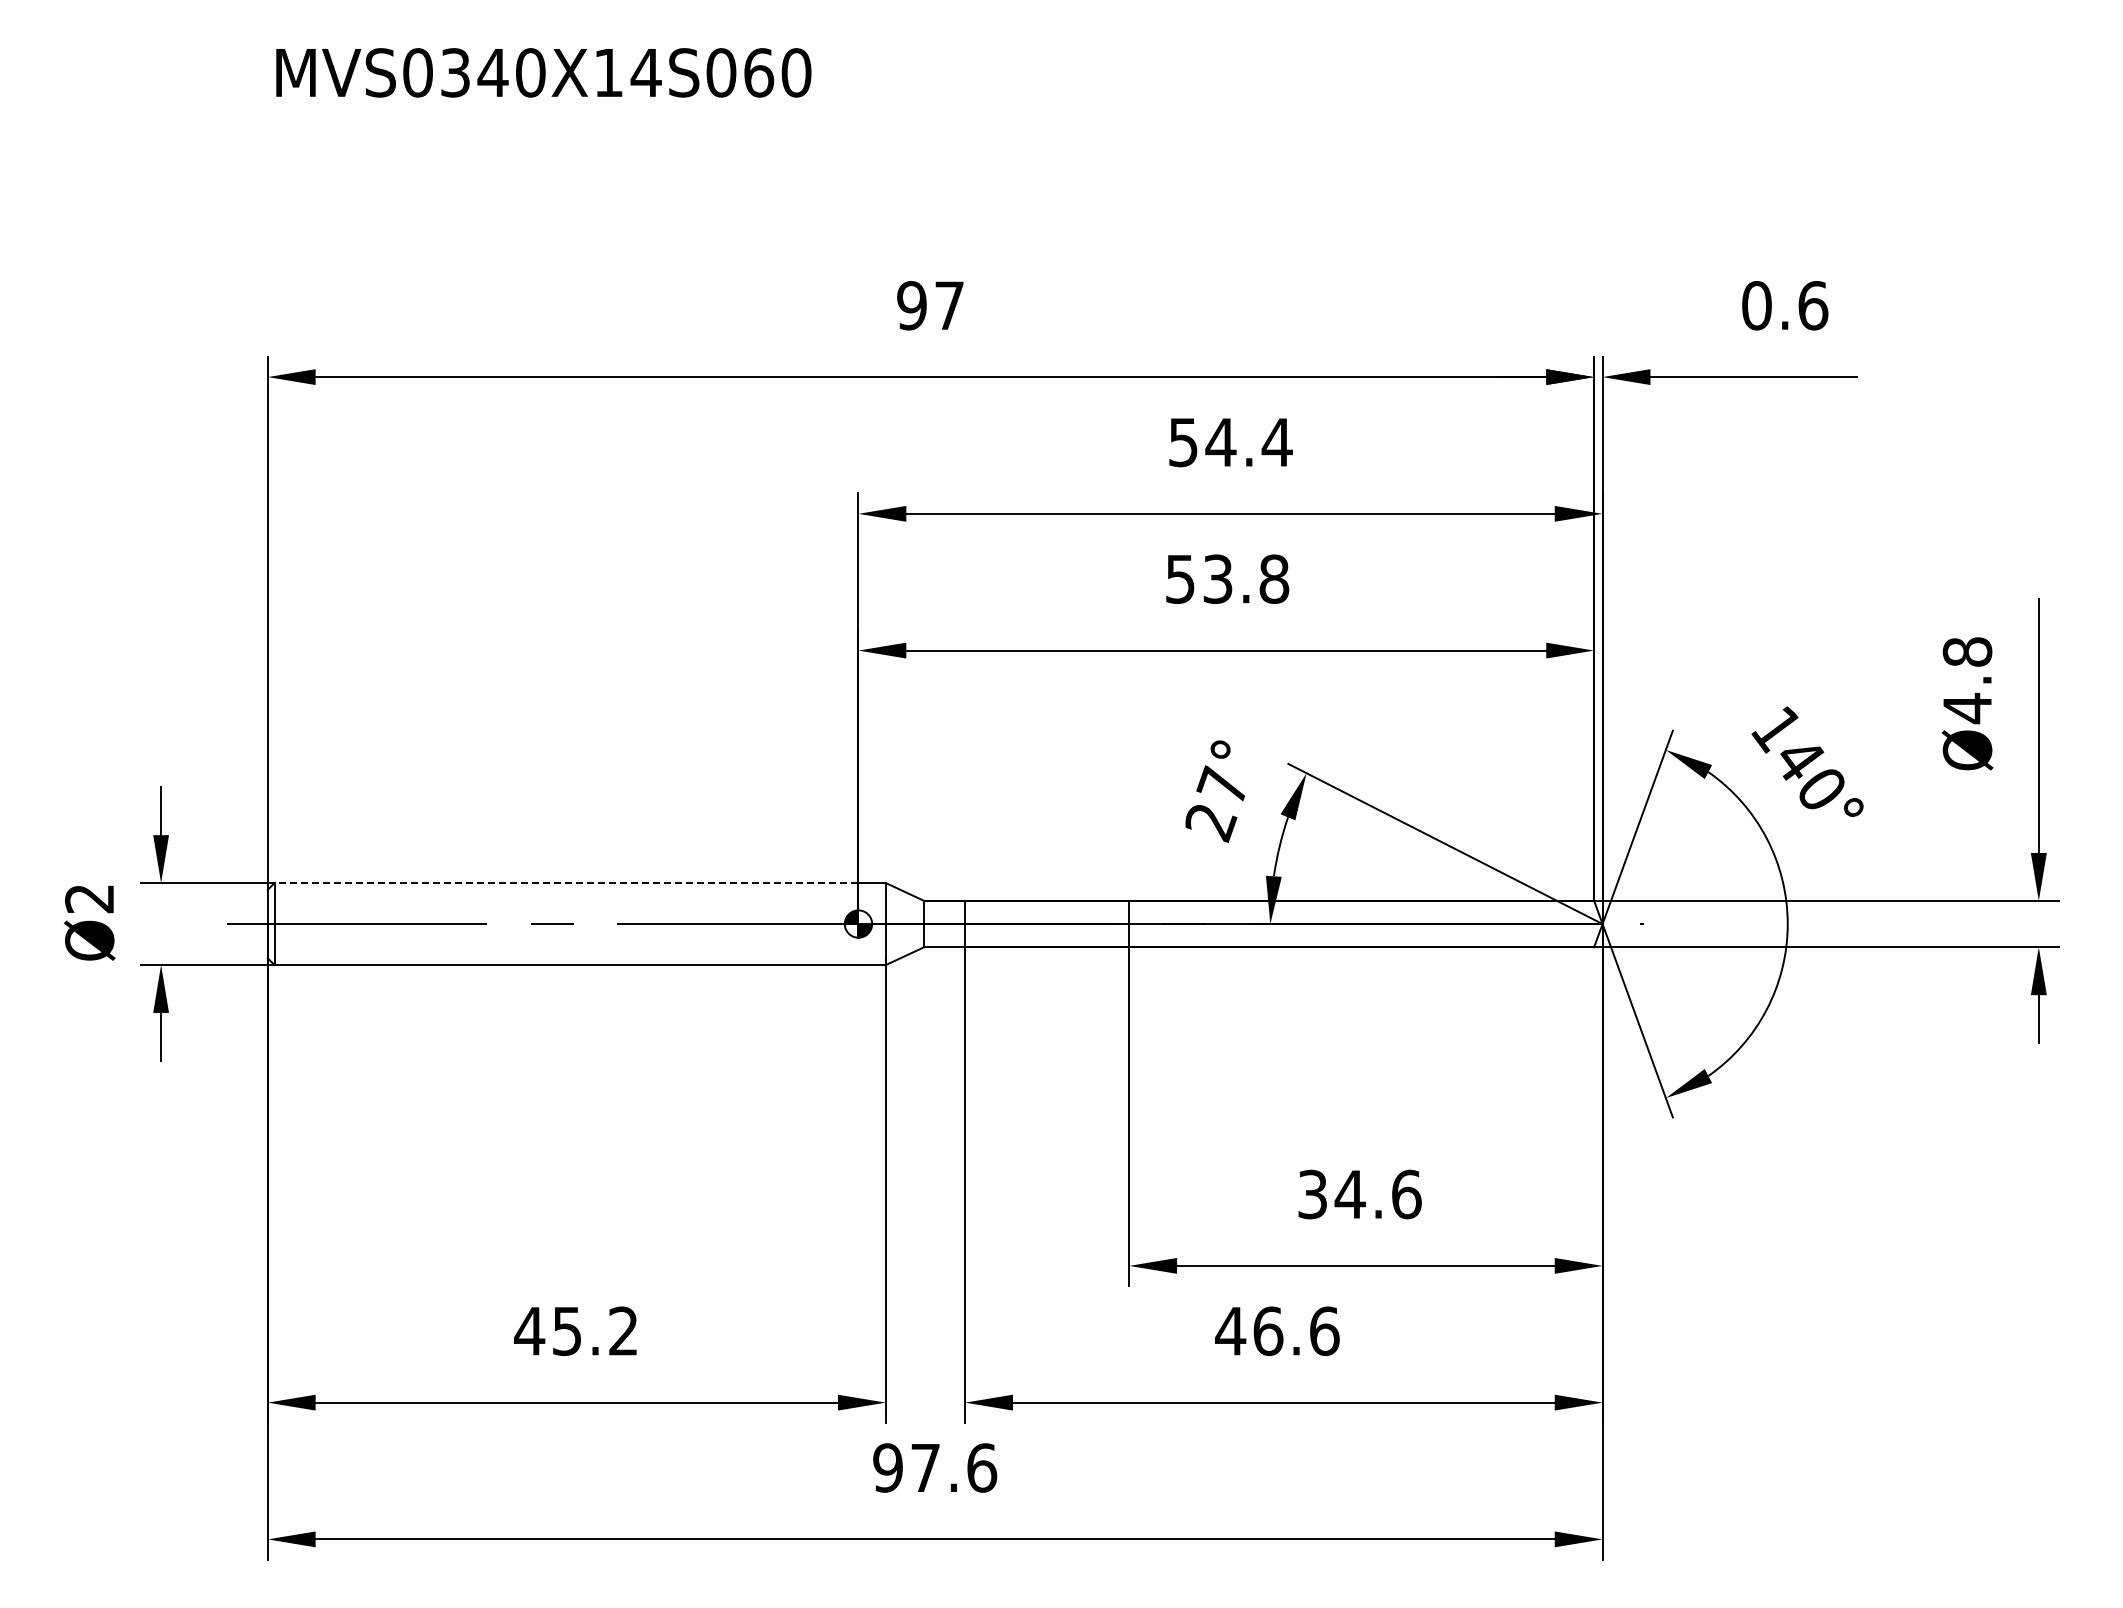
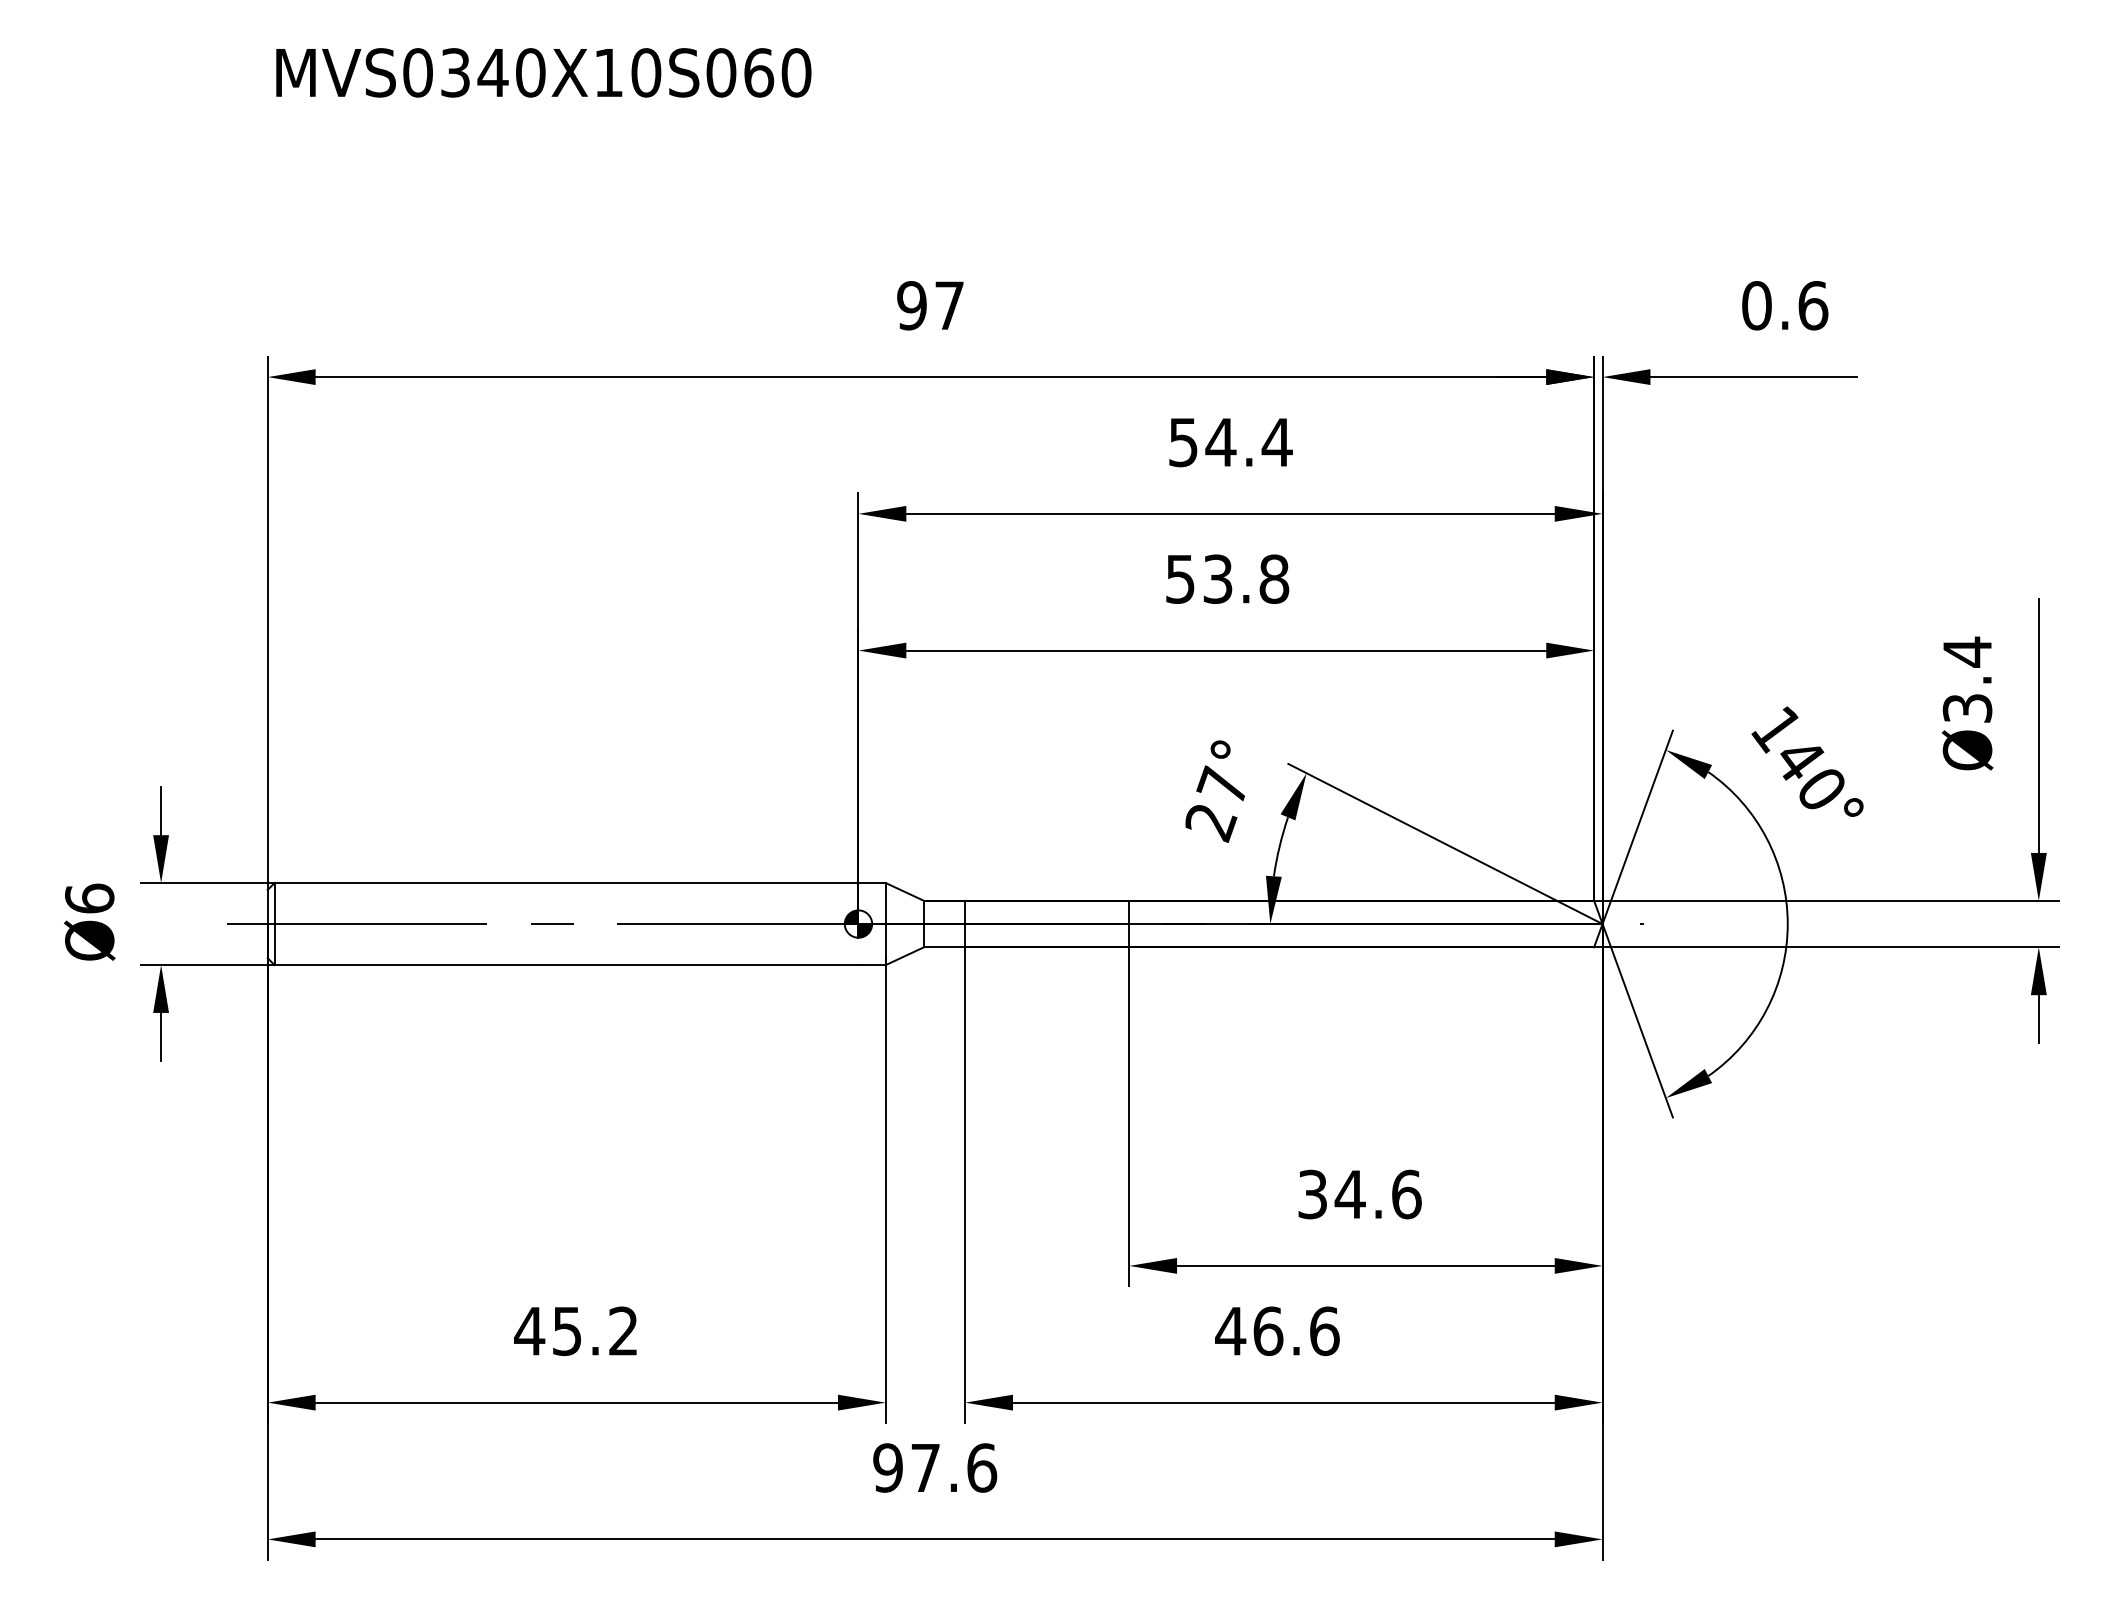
text at (645, 72): MVS0340X14S060 -> MVS0340X10S060
text at (1967, 680): Ø4.8 -> Ø3.4
line at (566, 883): dashed -> solid
text at (89, 898): Ø2 -> Ø6
